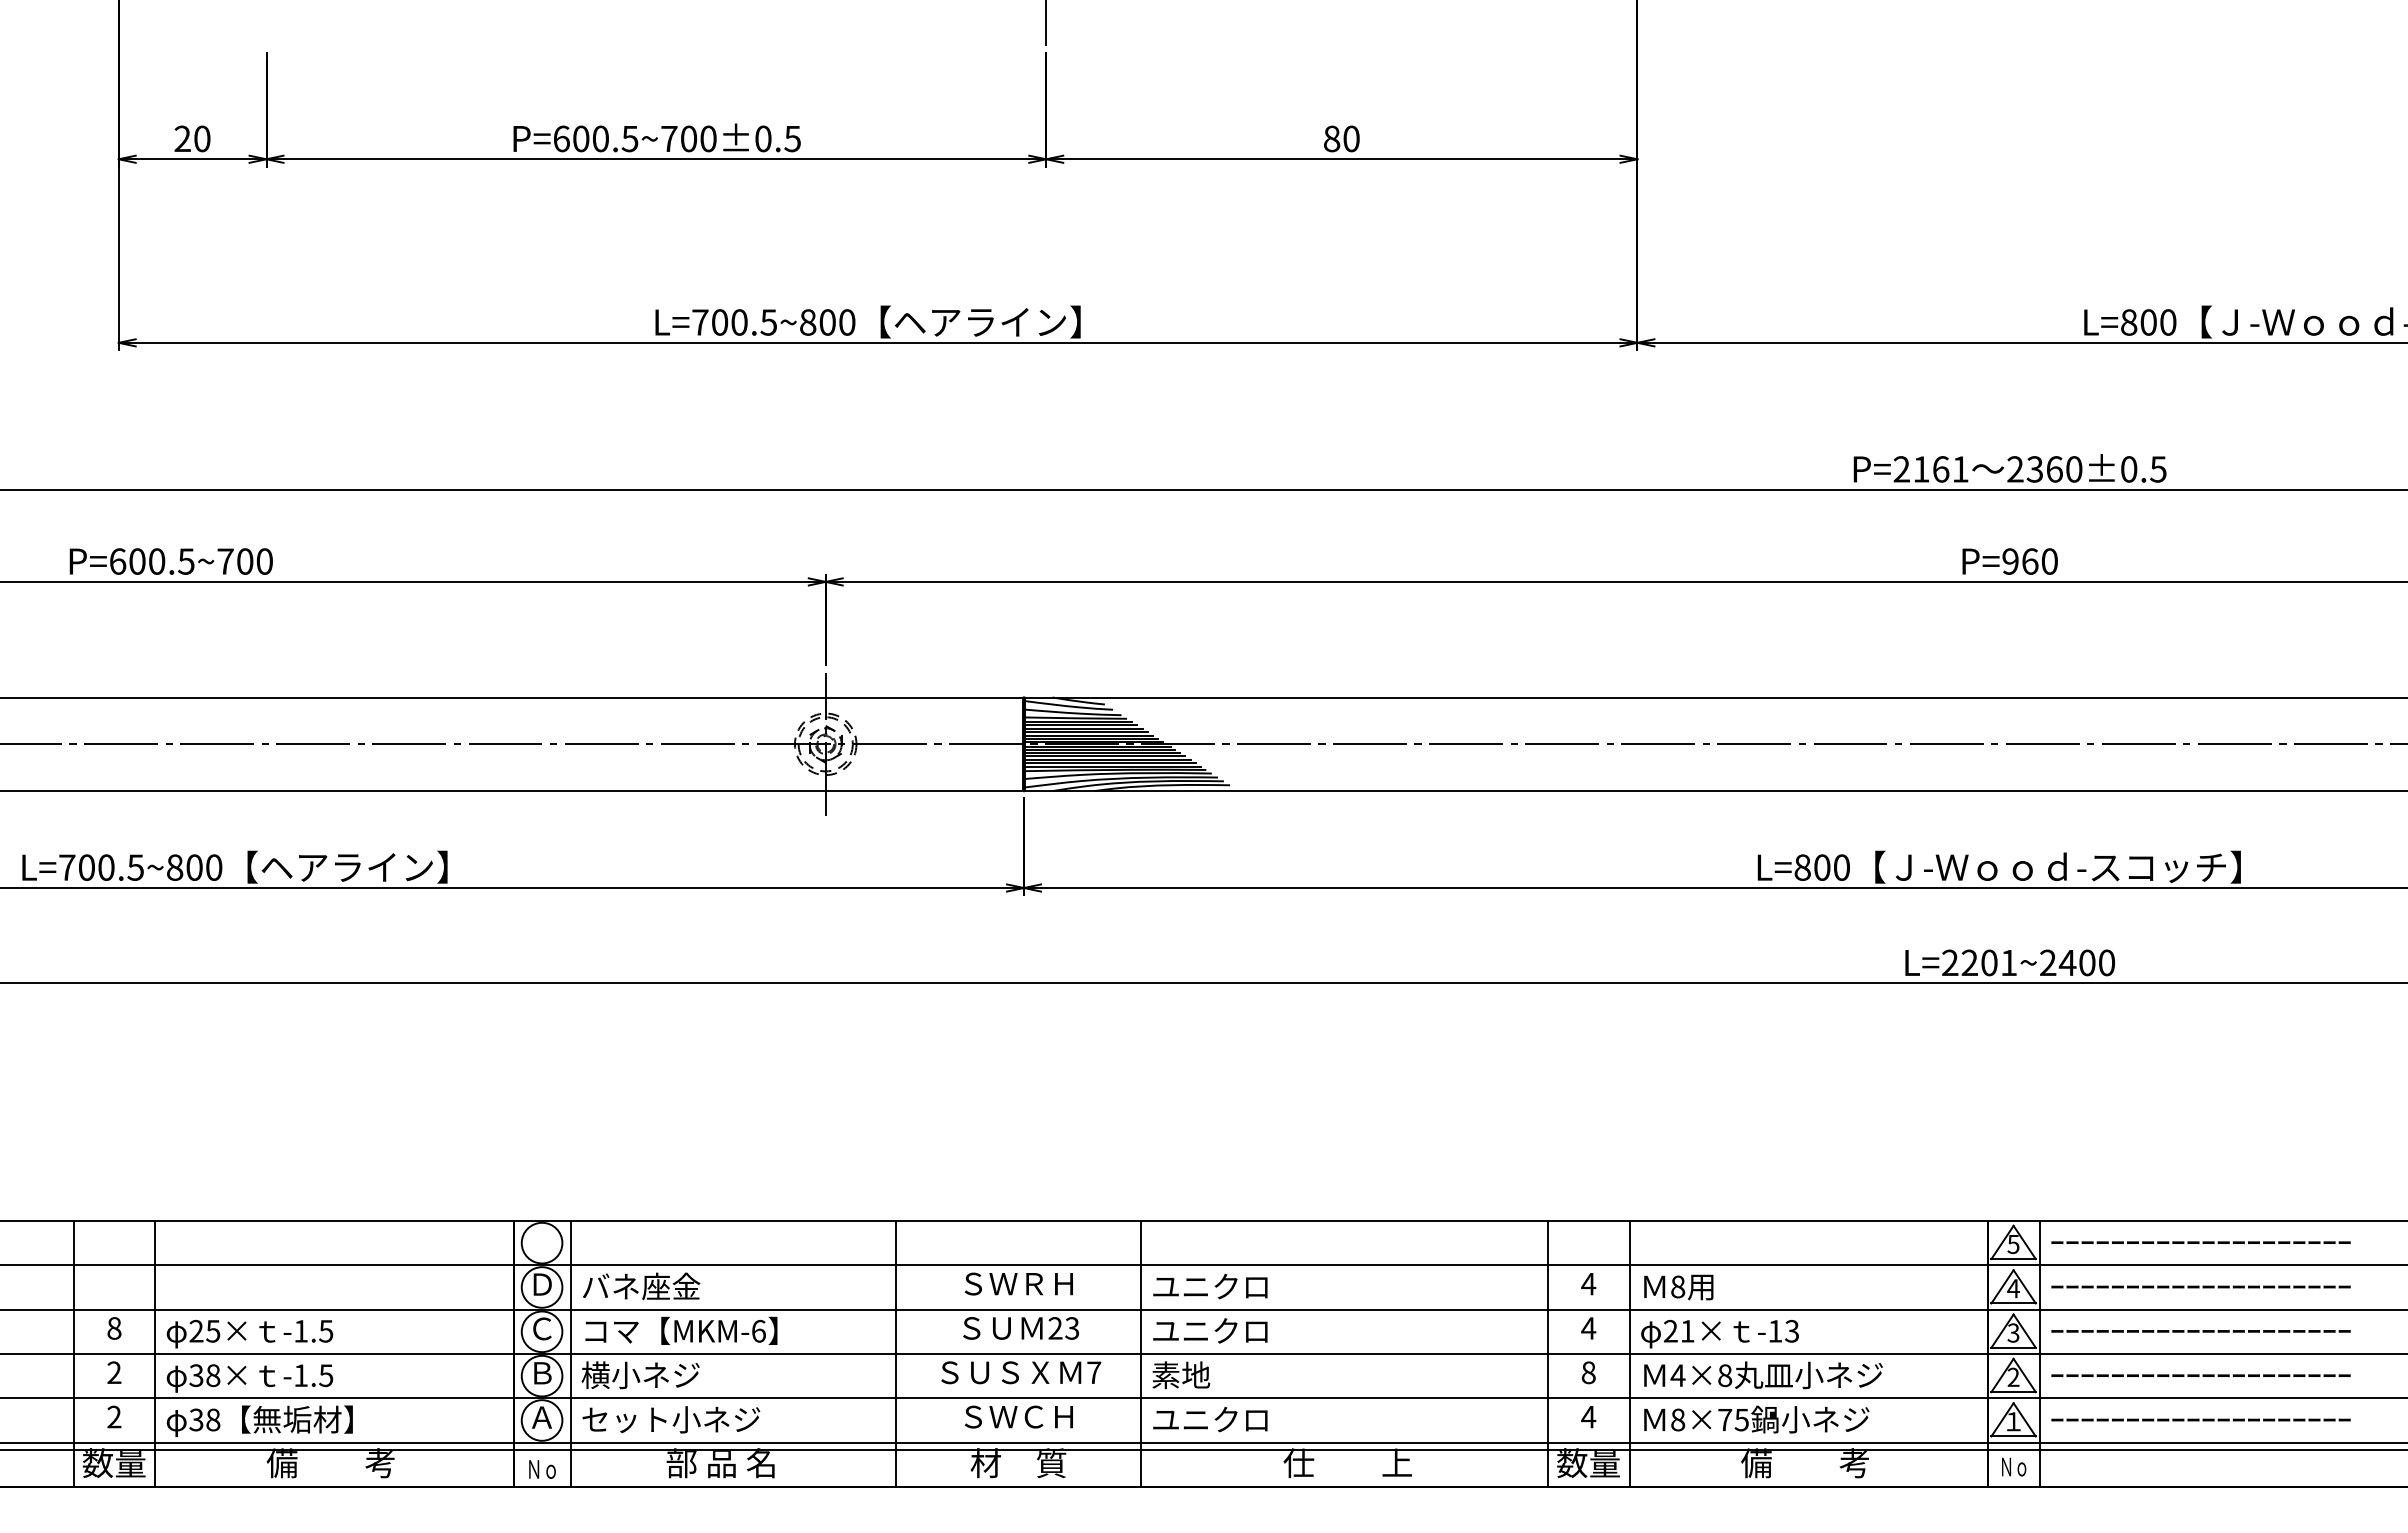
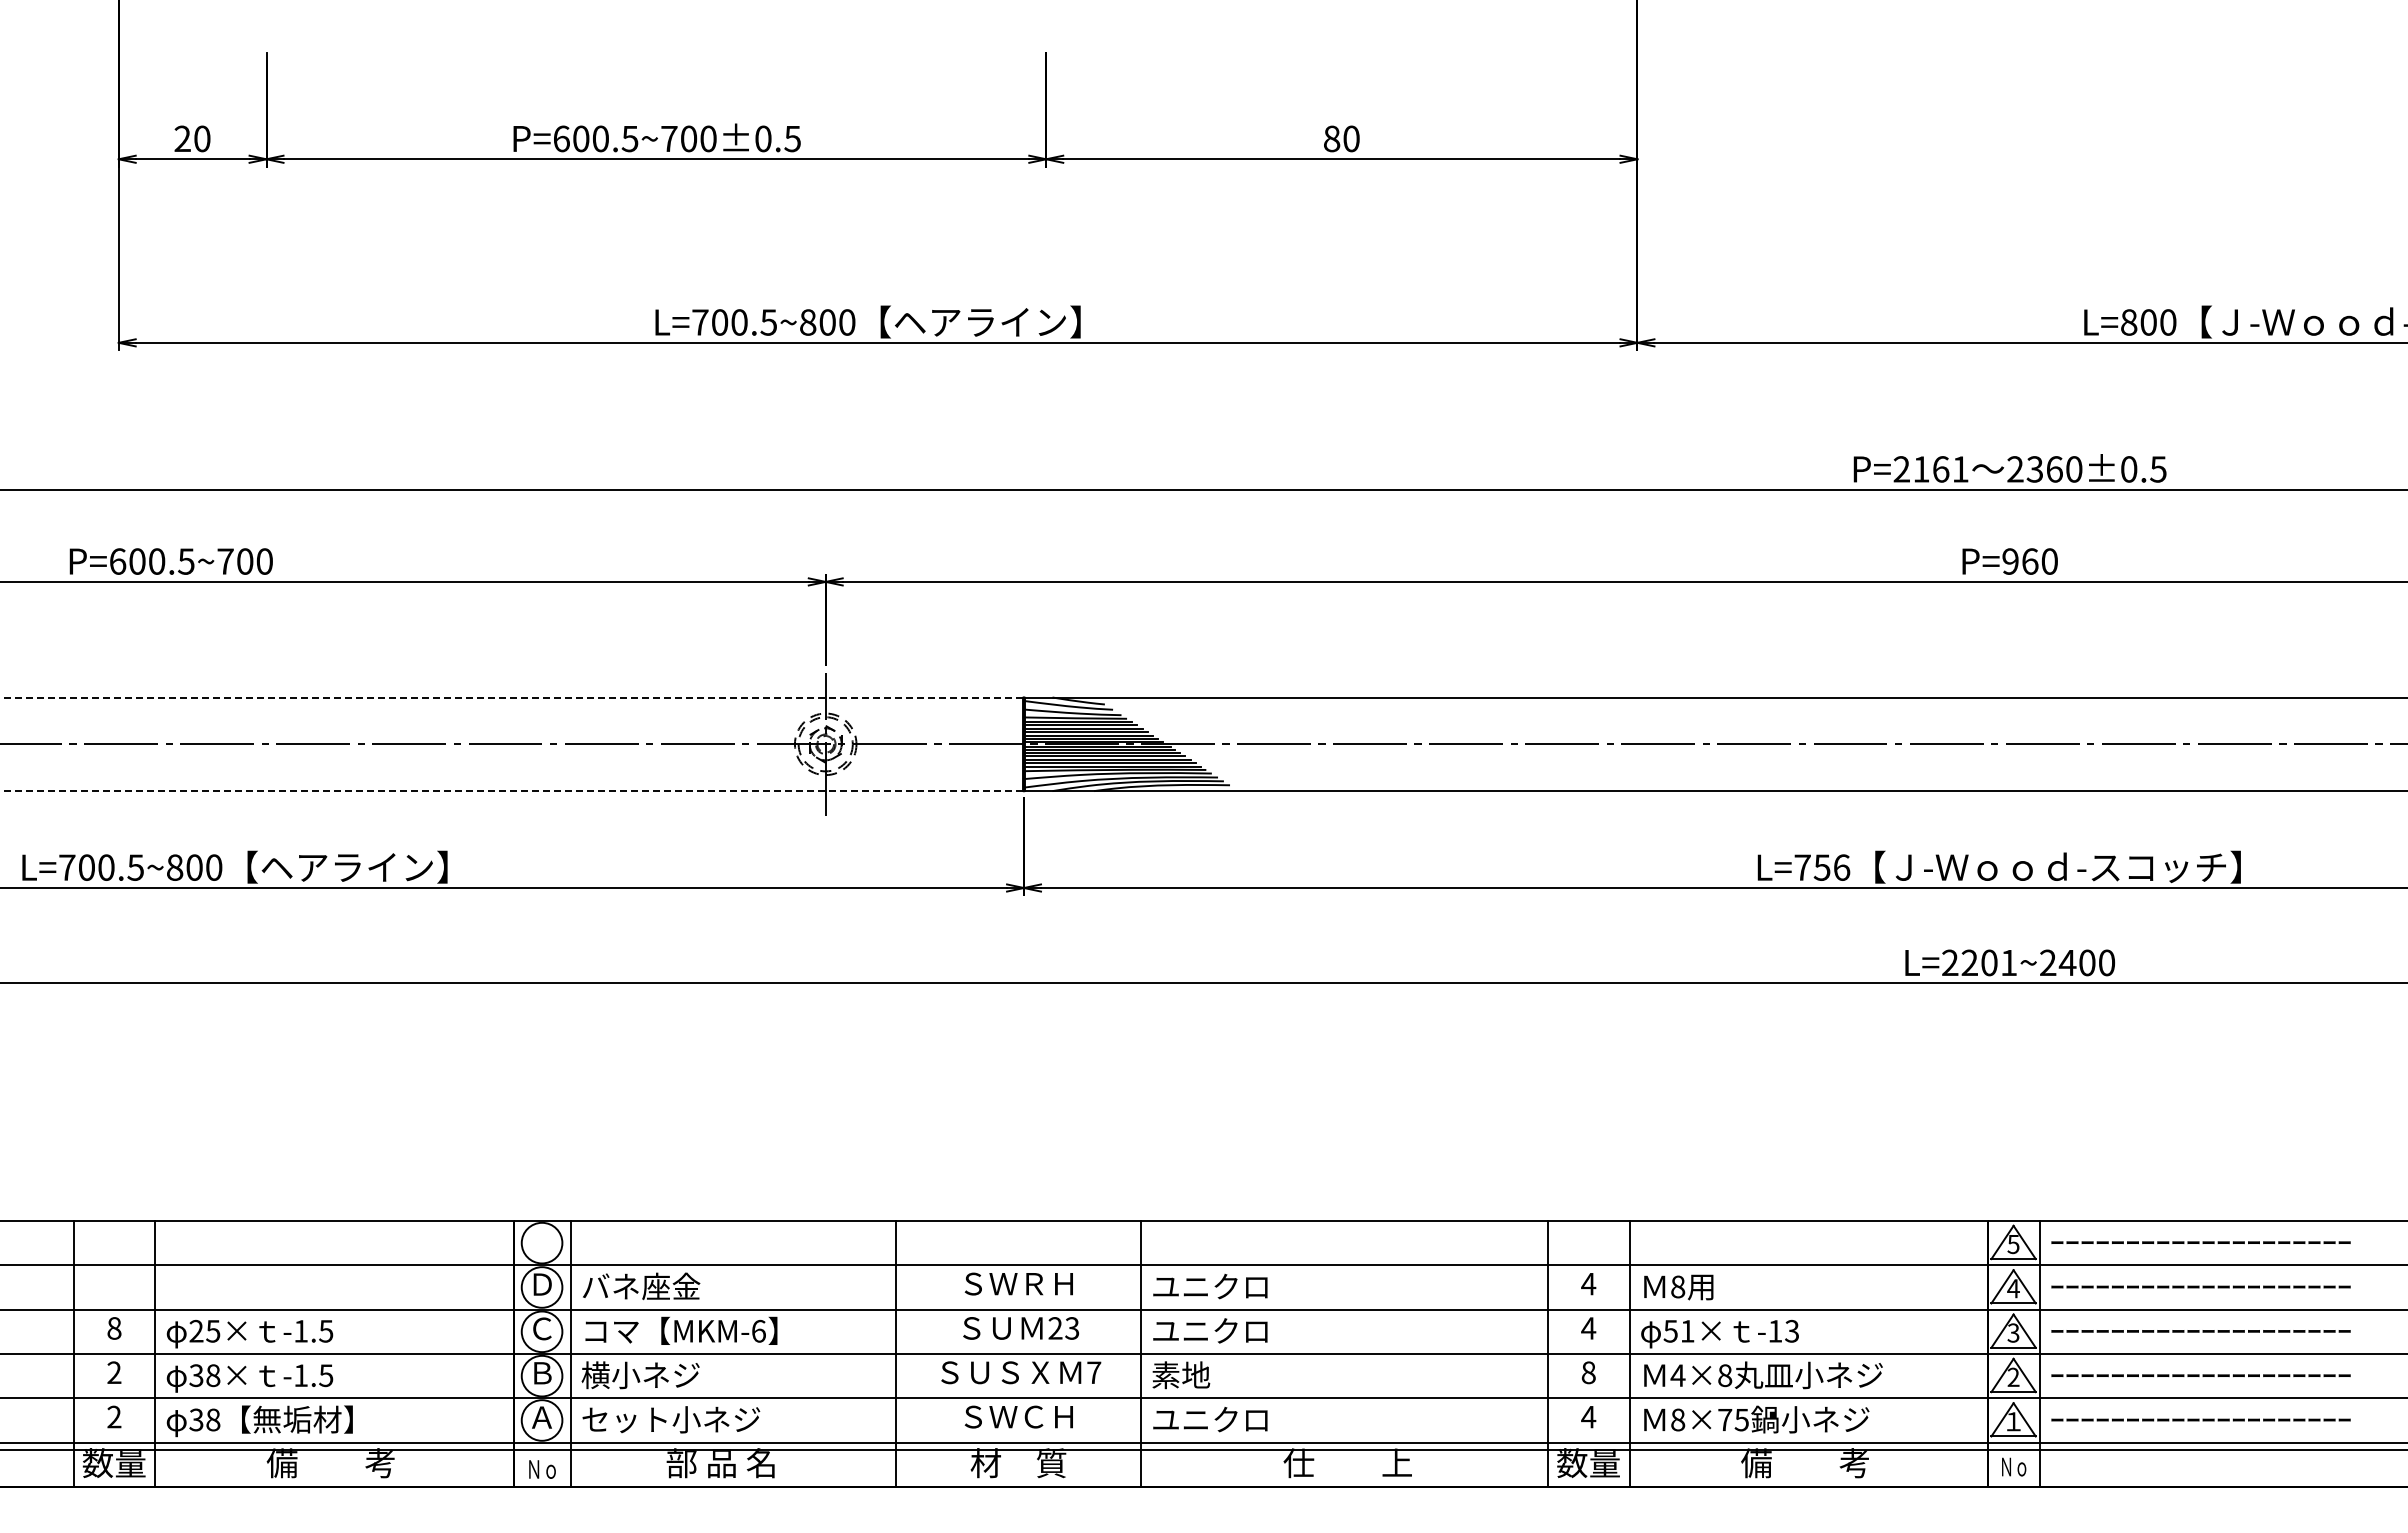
line at (1046, 23): present -> none
line at (511, 697): solid -> dashed
line at (511, 791): solid -> dashed
text at (1822, 867): L=800 -> L=756
text at (1670, 1330): 21× -> 51×
